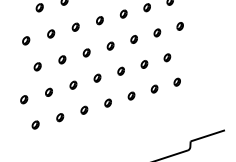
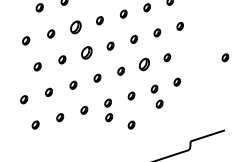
part at (75, 26) size: 9x10 px -> 12x15 px
part at (86, 52) size: 9x10 px -> 12x14 px
part at (225, 57): none -> present
part at (144, 64) size: 9x9 px -> 11x15 px
part at (159, 103): none -> present
part at (109, 117): none -> present
part at (131, 124): none -> present
